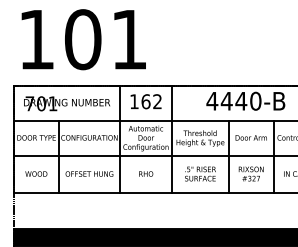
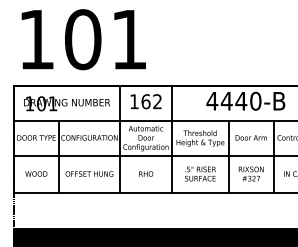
text at (29, 103): 701 -> 101
